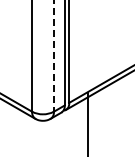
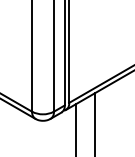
line at (53, 56): dashed -> solid
line at (88, 123) position: (88, 123) -> (95, 123)
line at (75, 128): none -> present
